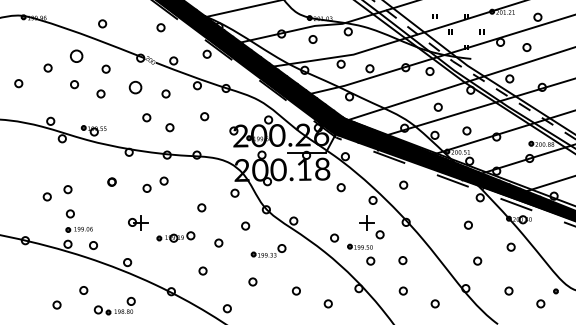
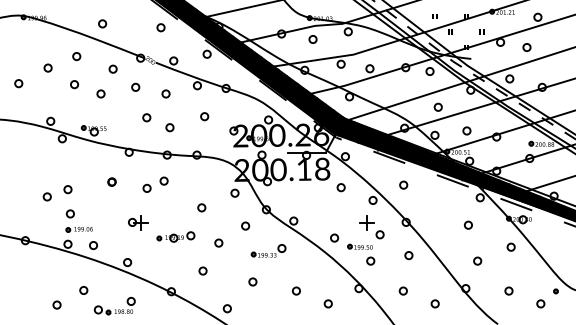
circle at (76, 55) size: 14x14 px -> 10x10 px
circle at (105, 68) position: (105, 68) -> (112, 68)
circle at (135, 87) size: 15x15 px -> 10x10 px
circle at (402, 260) position: (402, 260) -> (408, 255)
